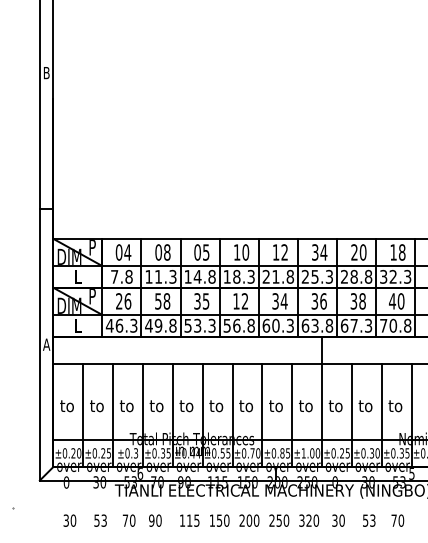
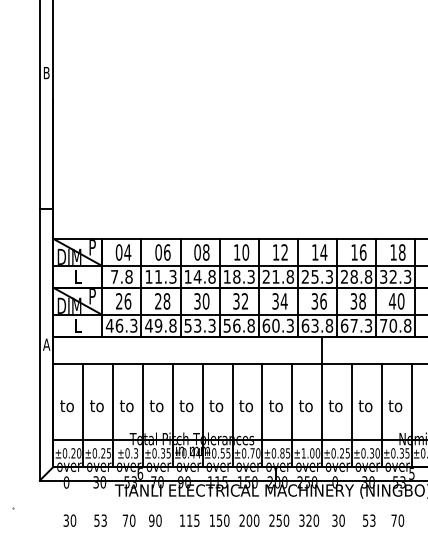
text at (167, 252): 08 -> 06
text at (206, 252): 05 -> 08
text at (315, 252): 34 -> 14
text at (358, 252): 20 -> 16
text at (158, 301): 58 -> 28
text at (205, 301): 35 -> 30
text at (236, 301): 12 -> 32
